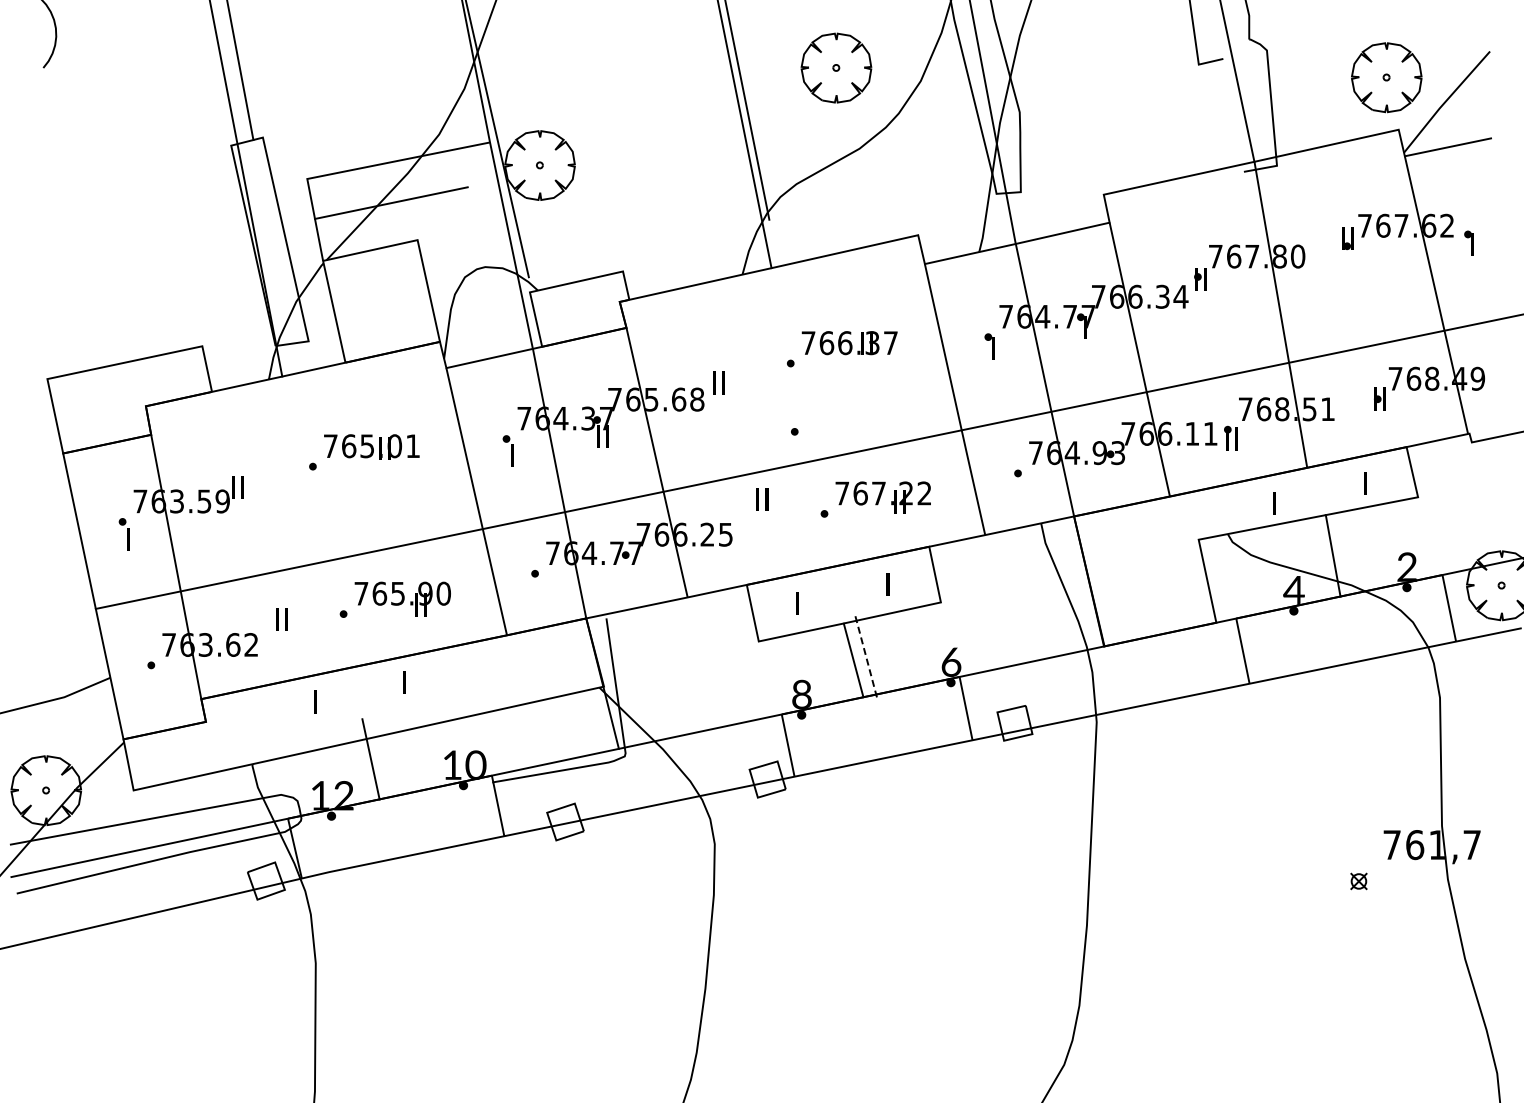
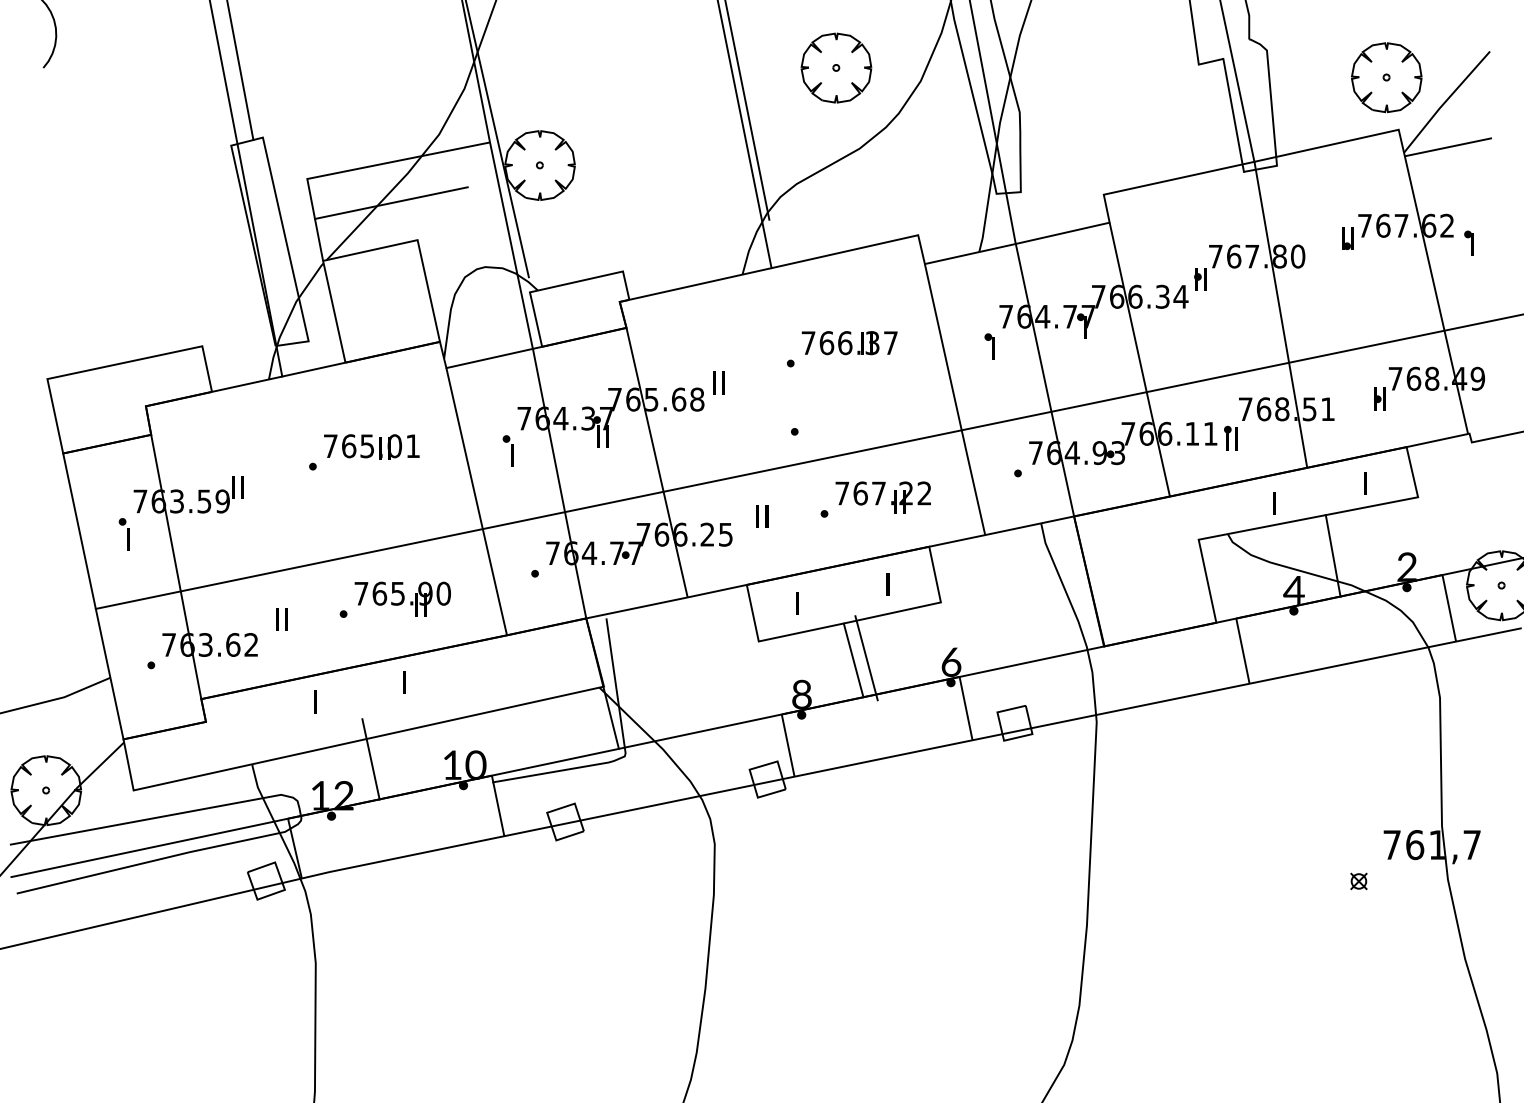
line at (1233, 114): none -> present
text at (762, 499) position: (762, 499) -> (762, 516)
line at (866, 658): dashed -> solid
